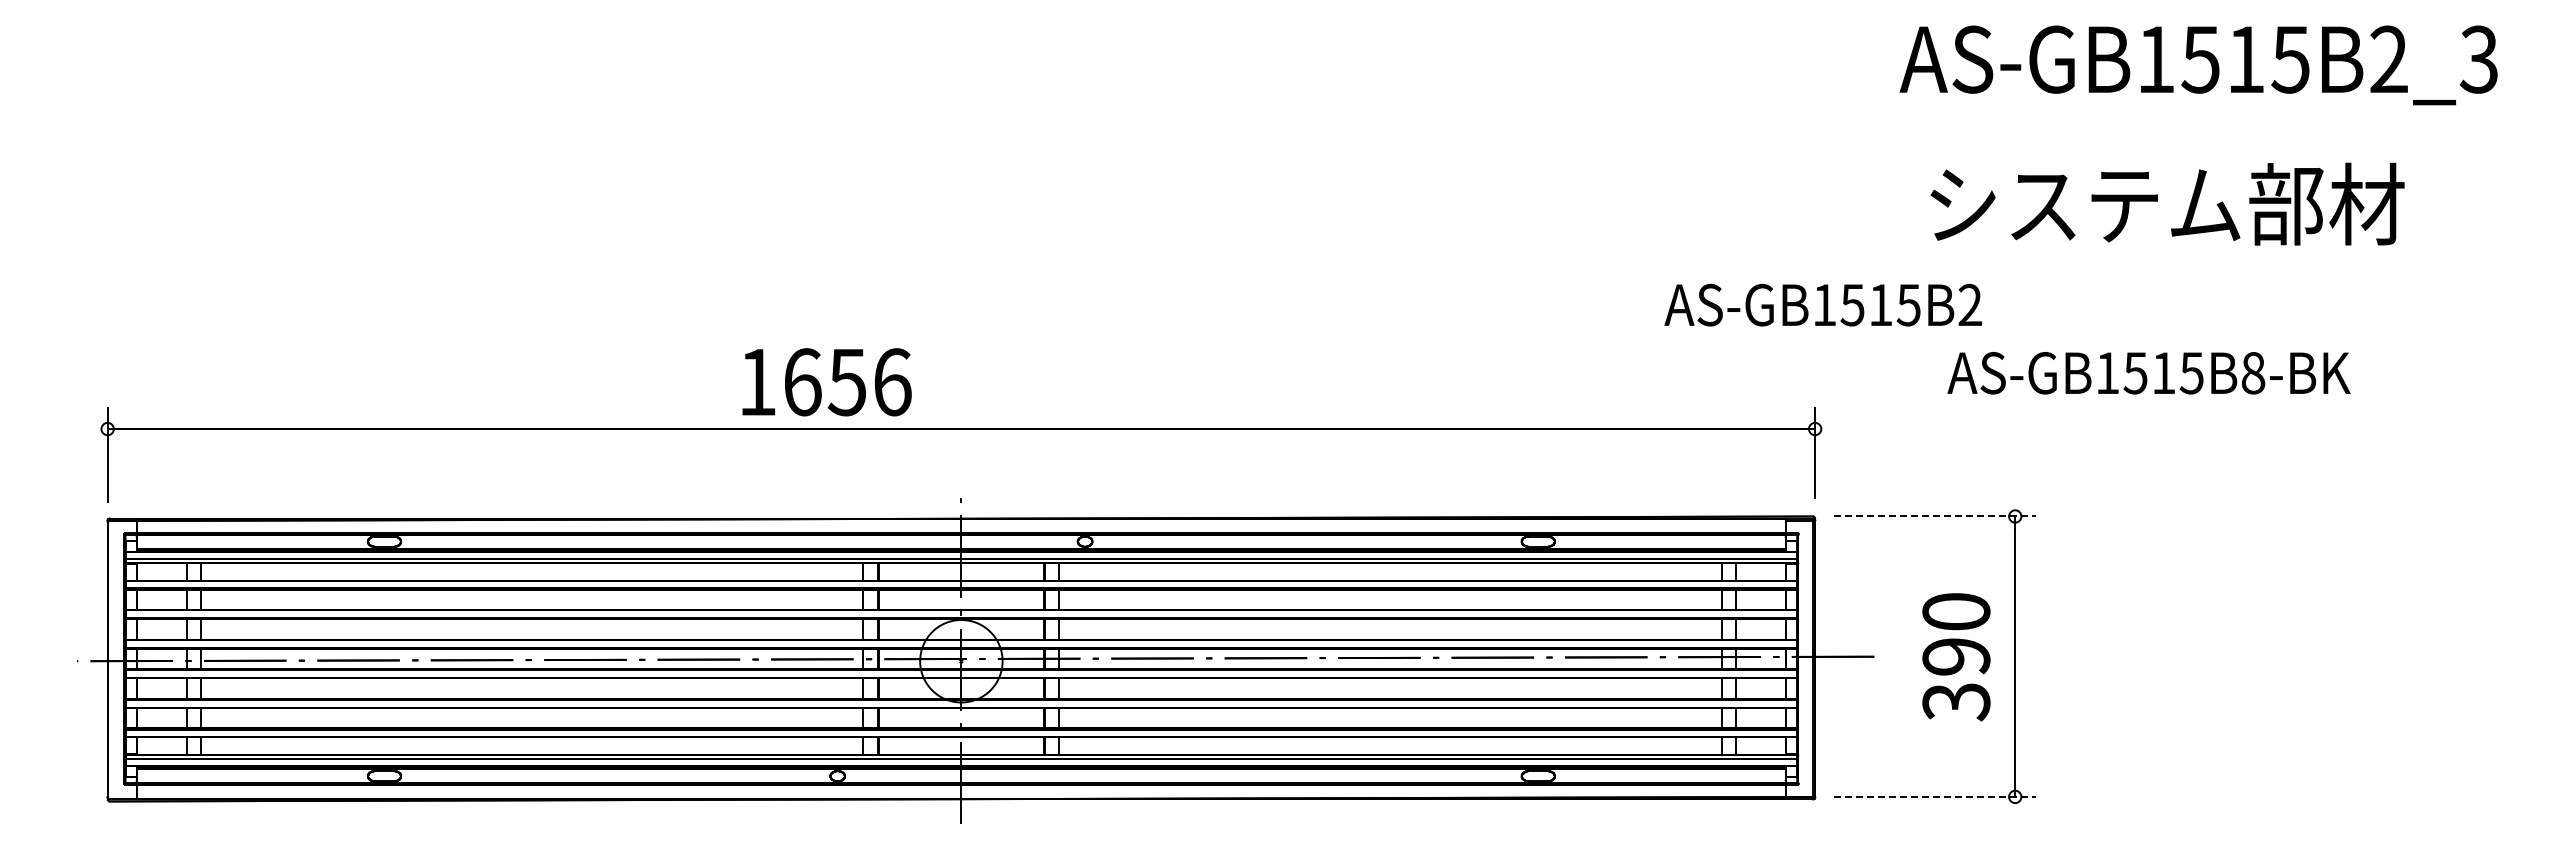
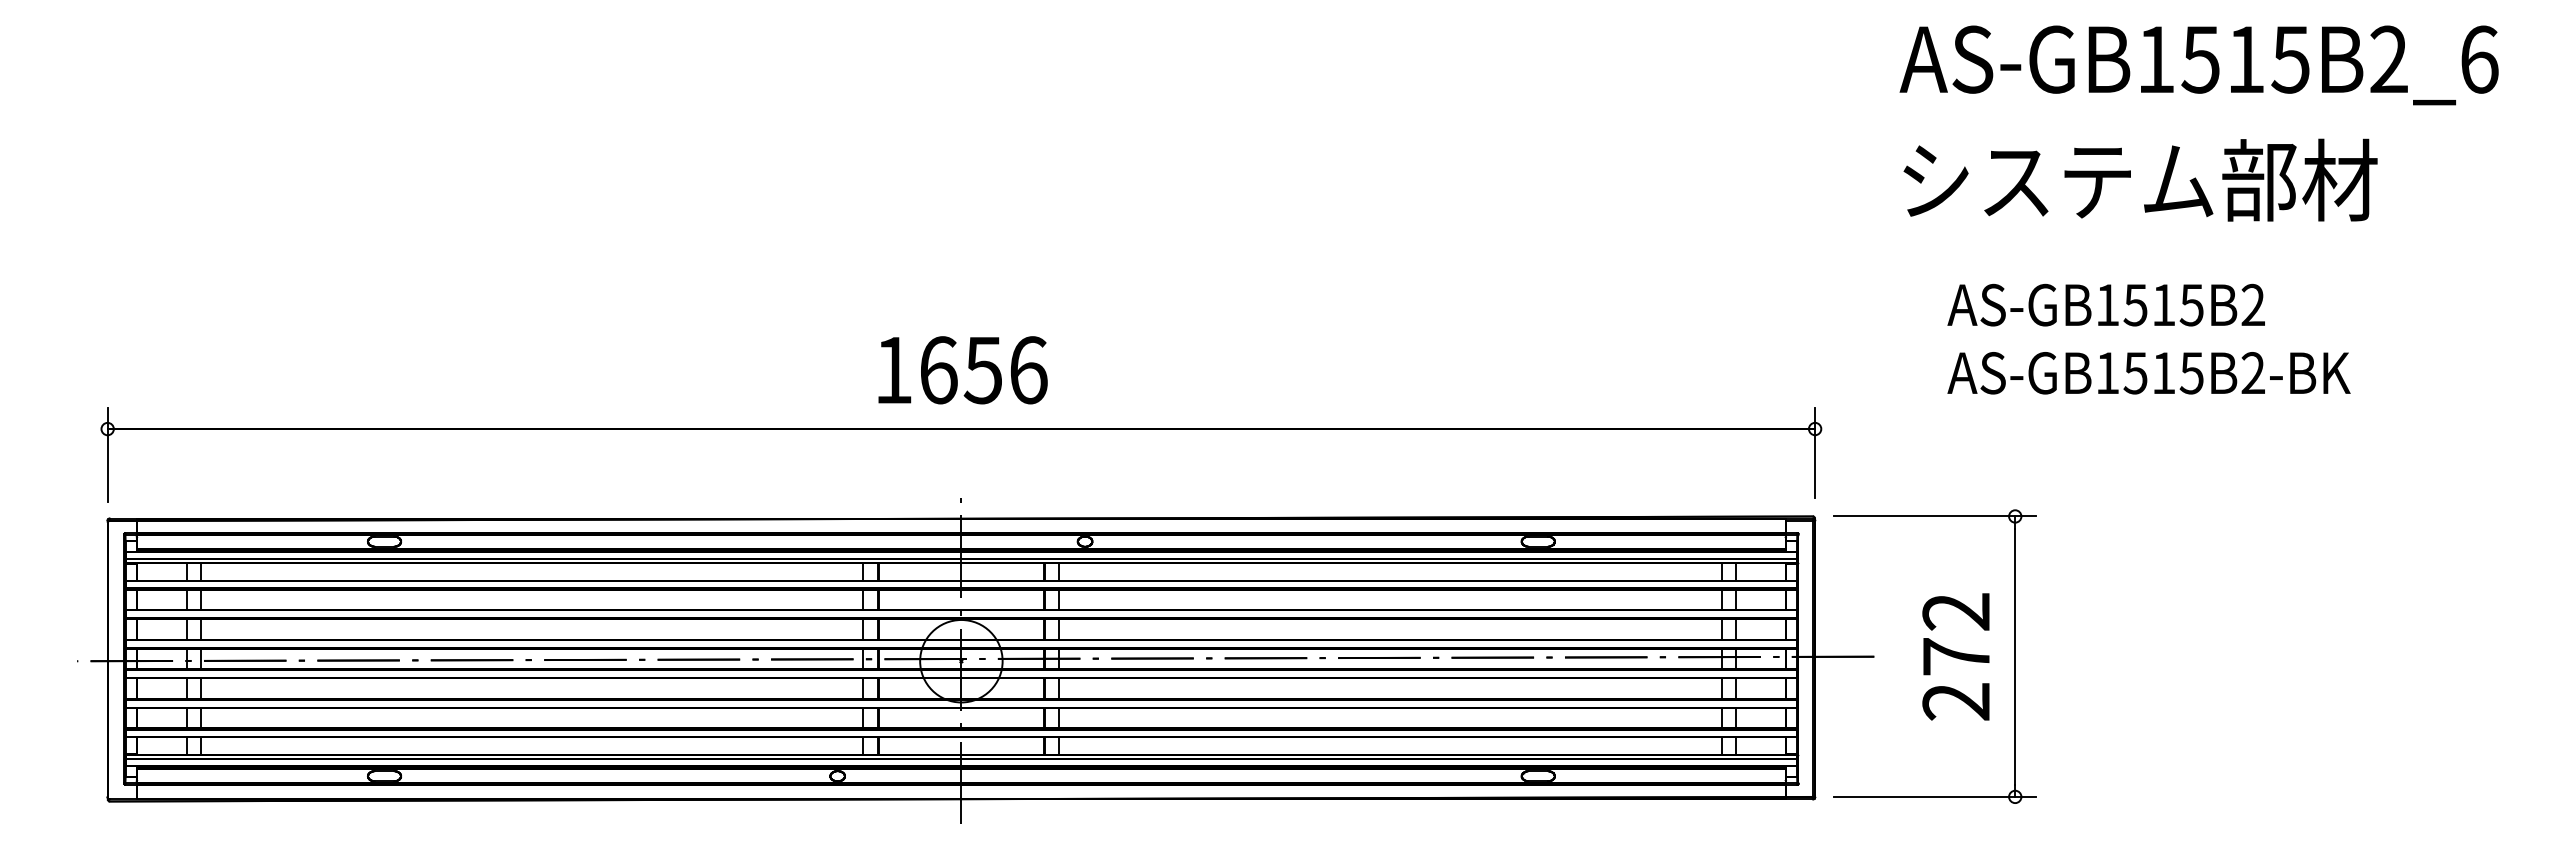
text at (2478, 59): AS-GB1515B2_3 -> AS-GB1515B2_6
text at (2167, 203) position: (2167, 203) -> (2140, 179)
text at (1822, 304) position: (1822, 304) -> (2105, 304)
text at (2253, 373): AS-GB1515B8-BK -> AS-GB1515B2-BK
text at (826, 382) position: (826, 382) -> (962, 370)
line at (1935, 516): dashed -> solid
text at (1956, 657): 390 -> 272
line at (1935, 796): dashed -> solid
